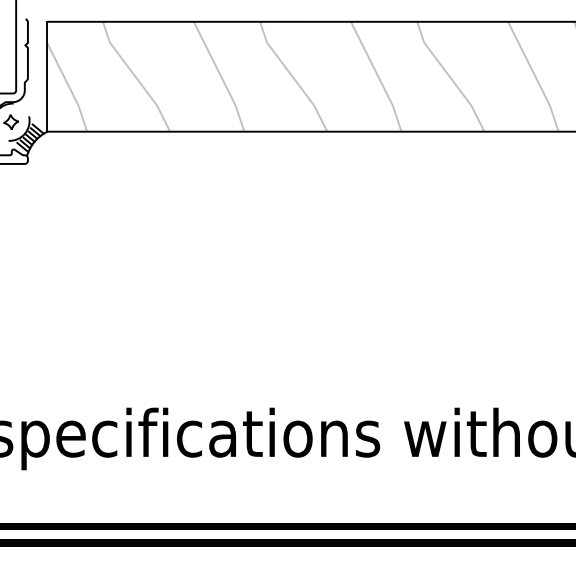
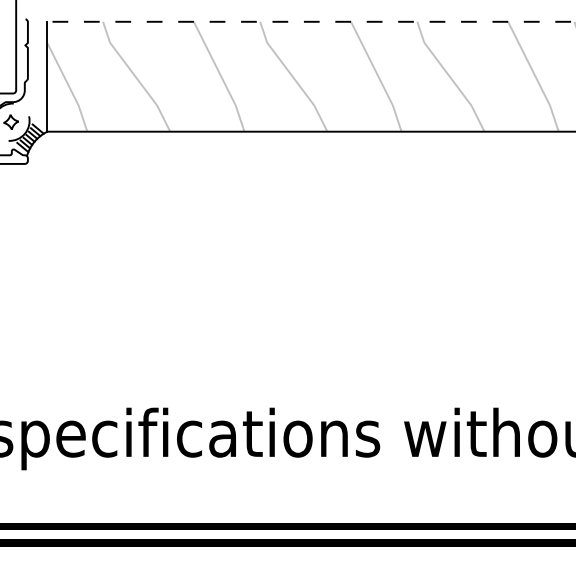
line at (311, 21): solid -> dashed
